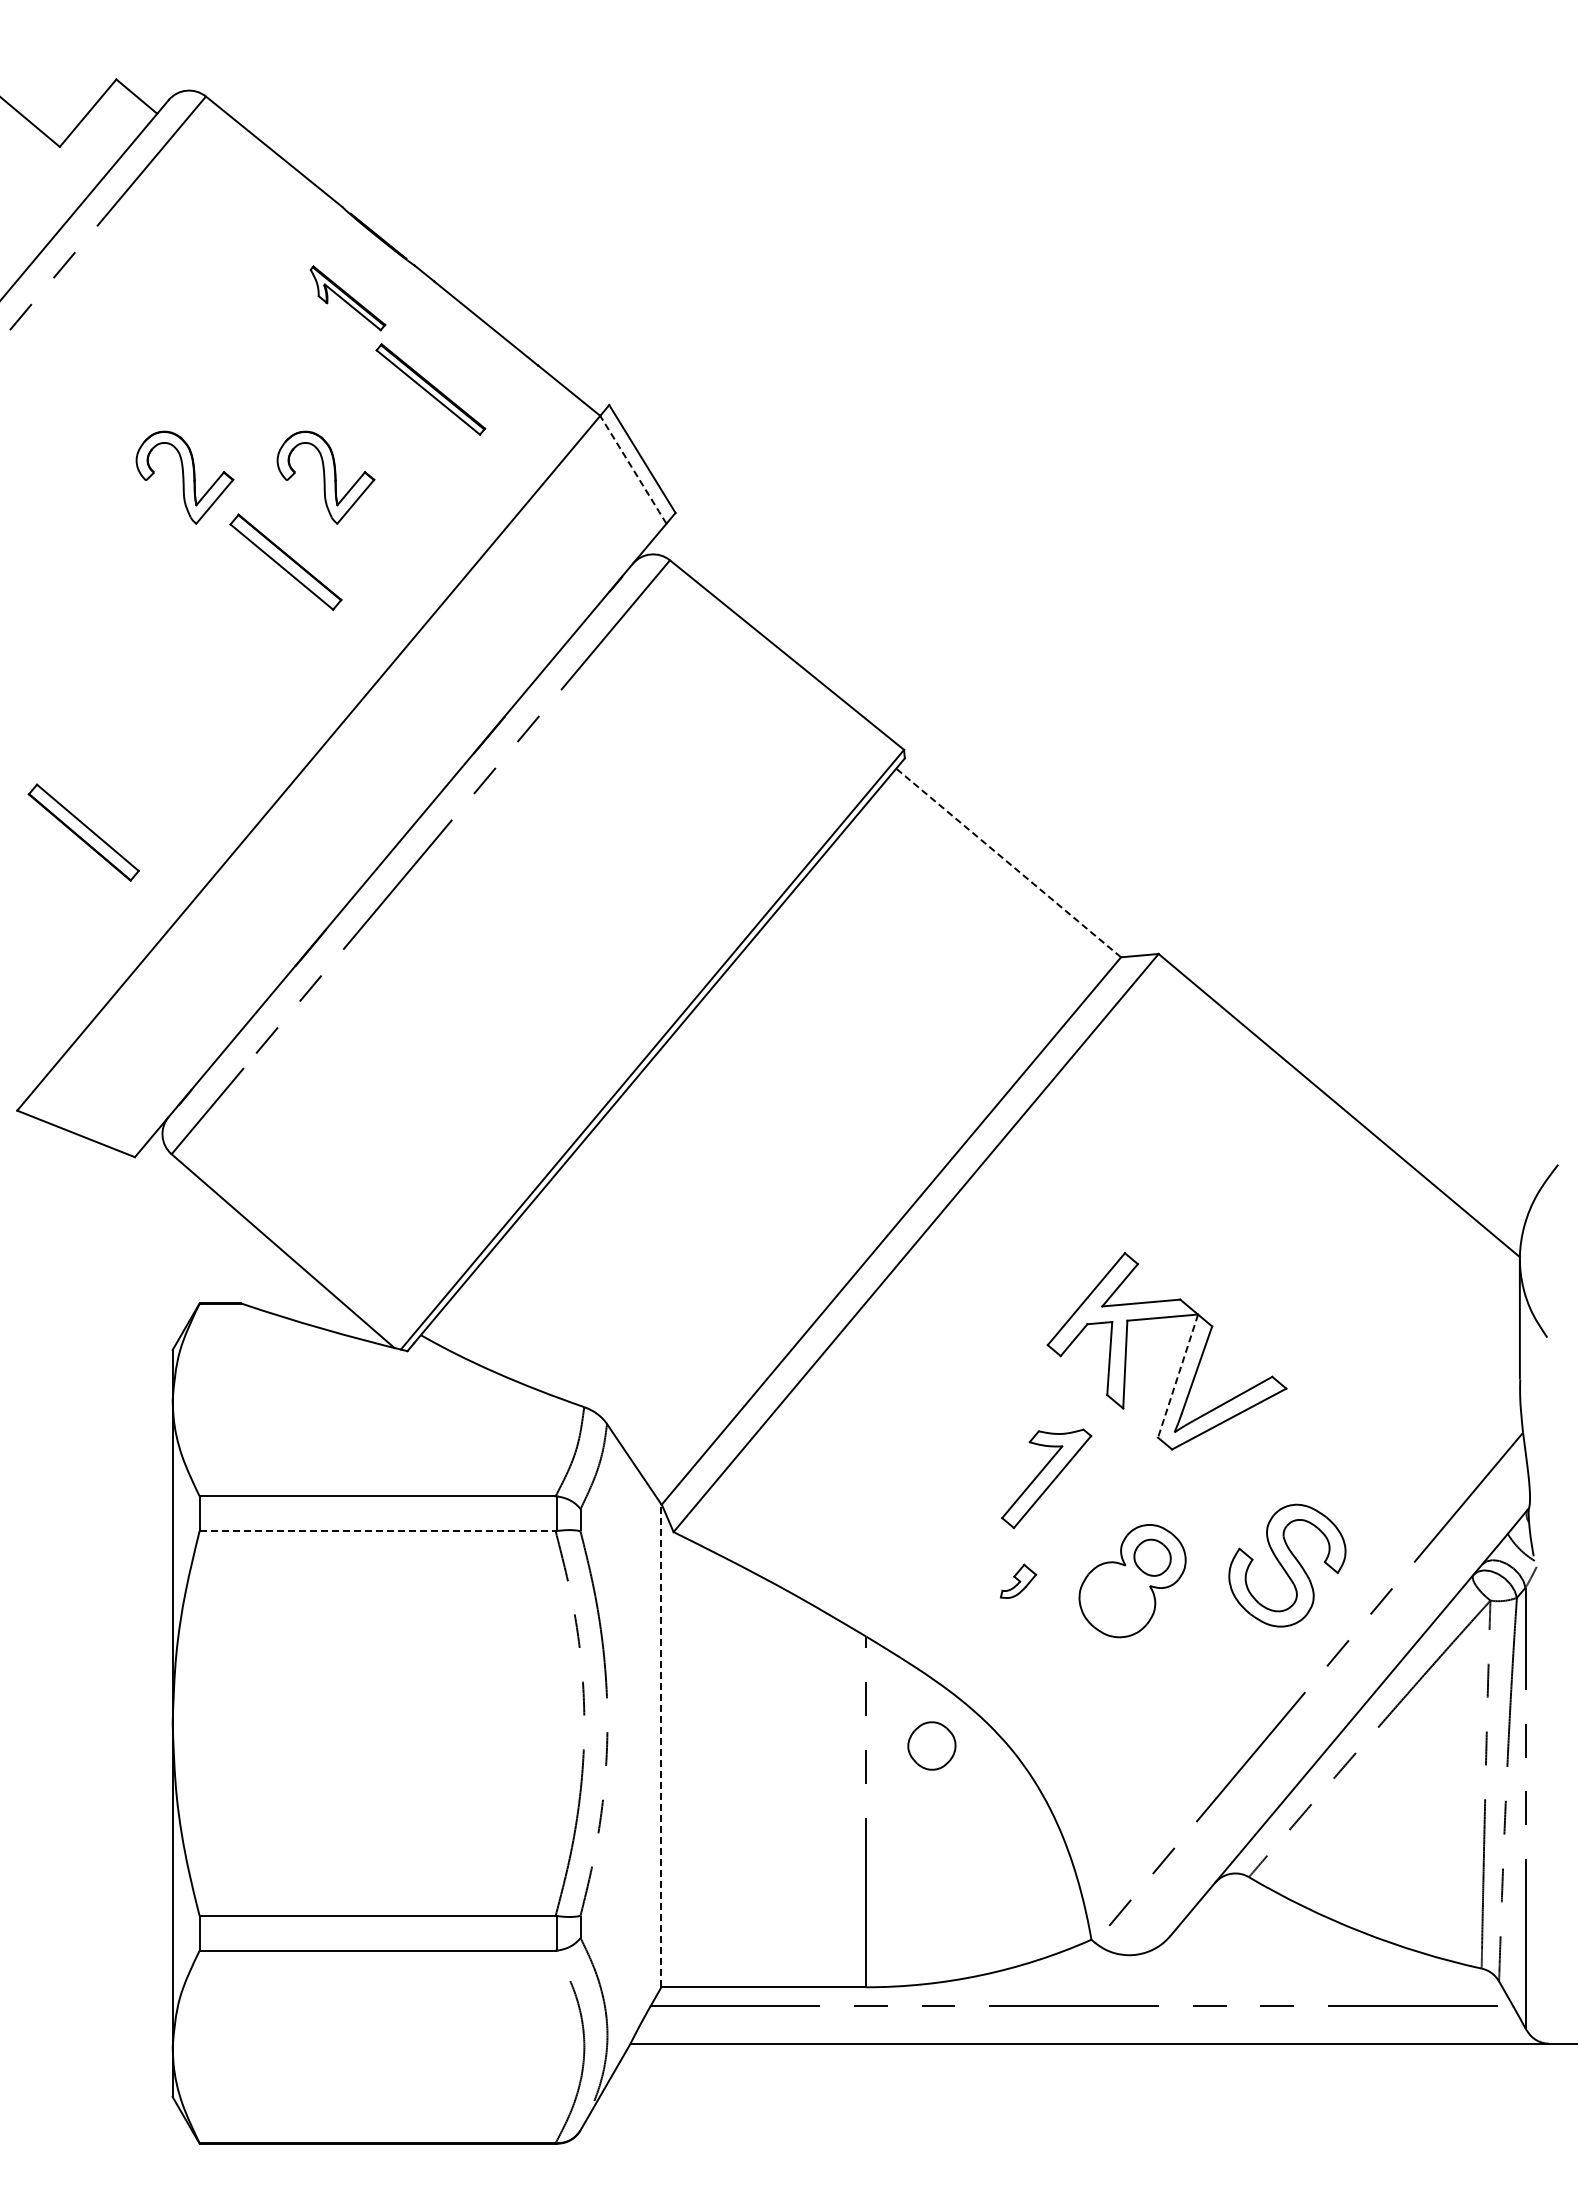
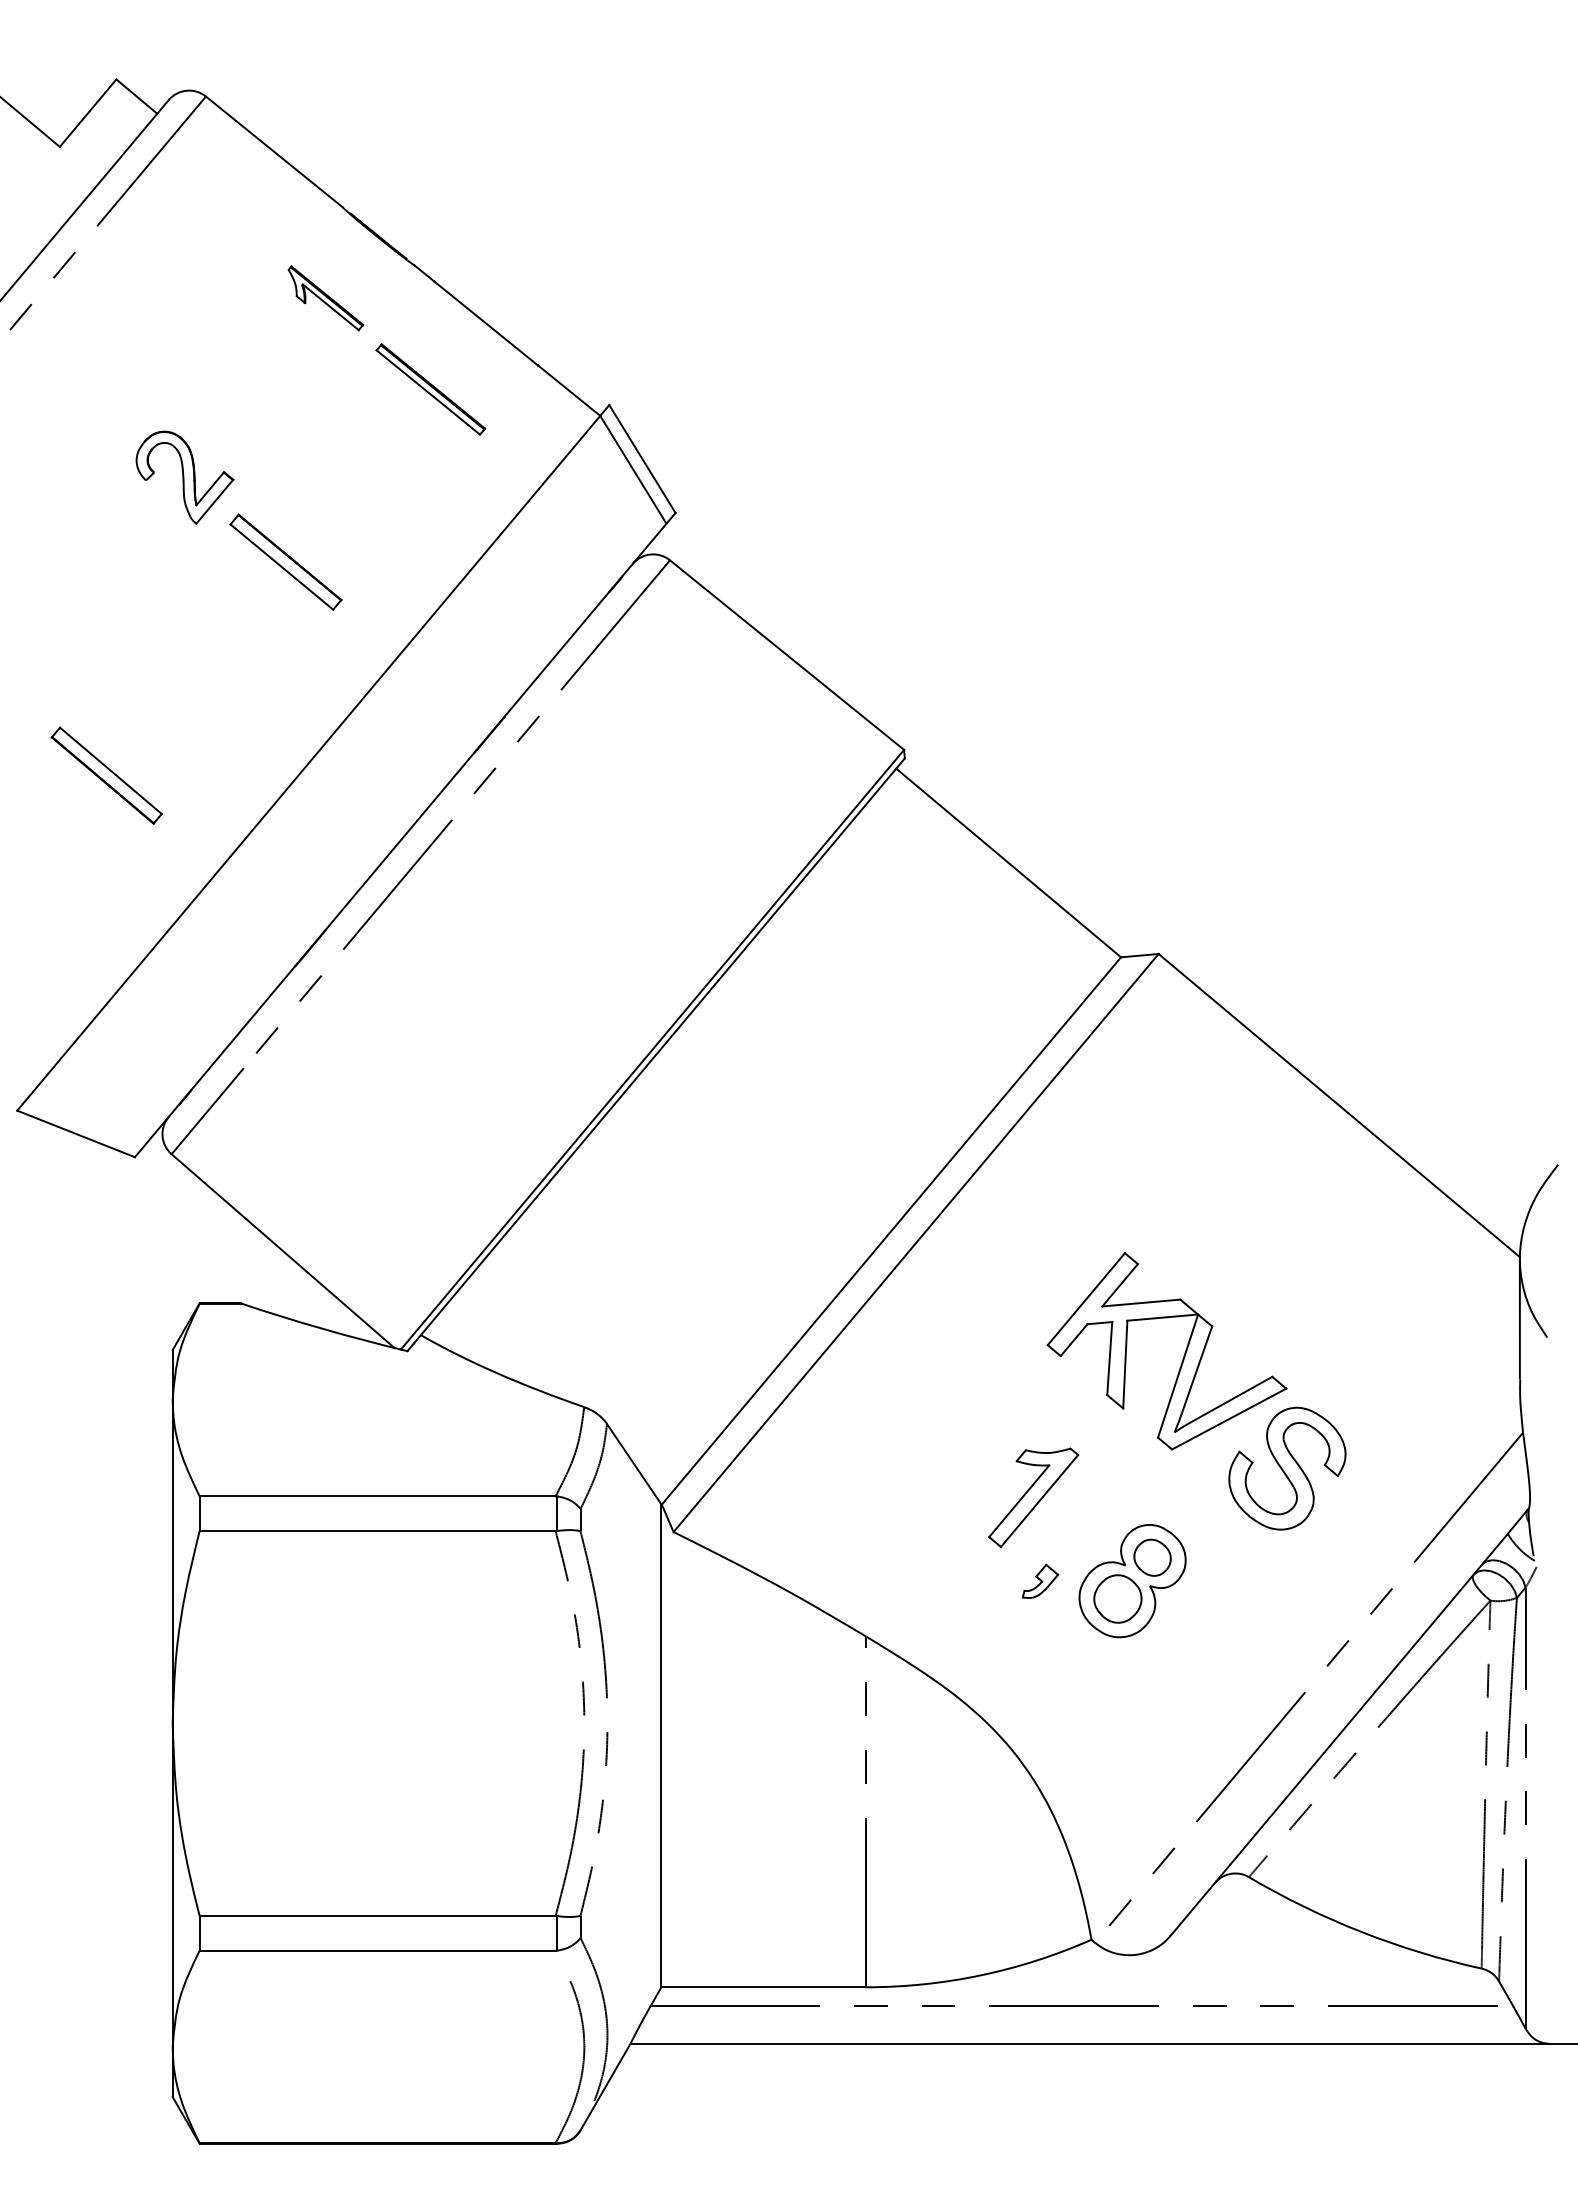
part at (347, 298) position: (347, 298) -> (325, 298)
line at (633, 470): dashed -> solid
part at (325, 477): present -> none
part at (83, 832) position: (83, 832) -> (106, 775)
line at (1008, 862): dashed -> solid
line at (1178, 1376): dashed -> solid
part at (1046, 1478) position: (1046, 1478) -> (1033, 1497)
line at (377, 1531): dashed -> solid
part at (1287, 1565) position: (1287, 1565) -> (1287, 1468)
part at (1018, 1580) position: (1018, 1580) -> (1040, 1580)
line at (661, 1745): dashed -> solid
part at (931, 1745) position: (931, 1745) -> (1117, 1598)
